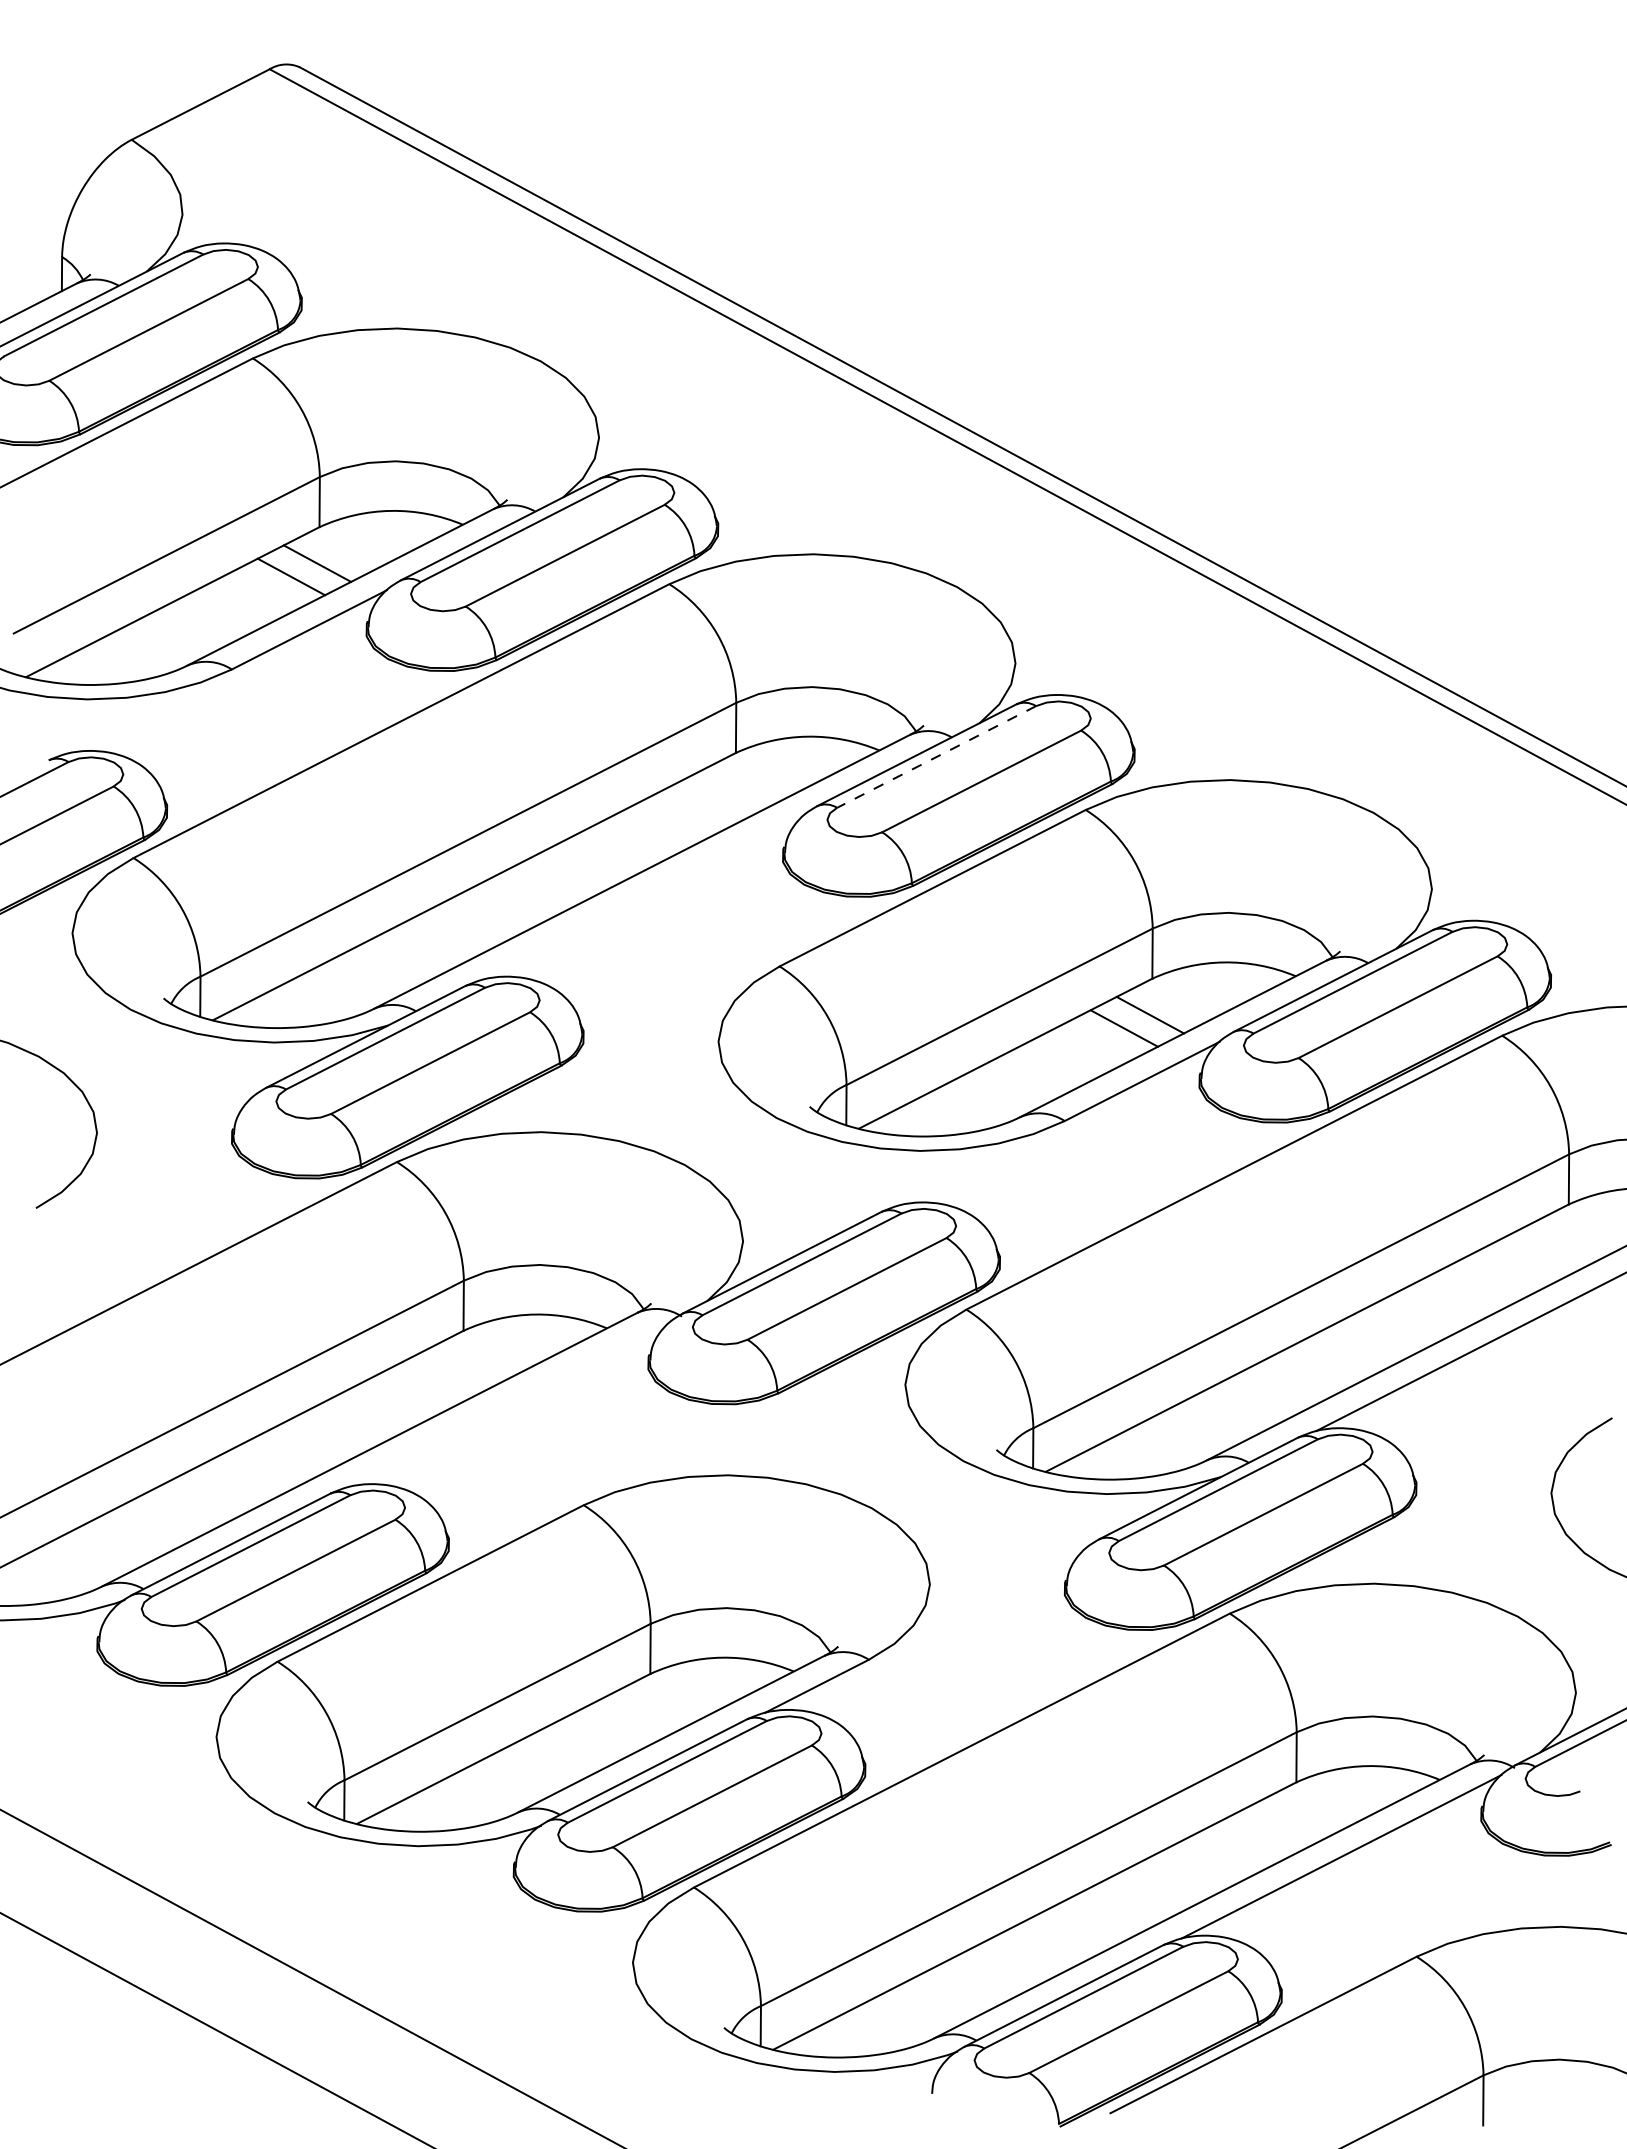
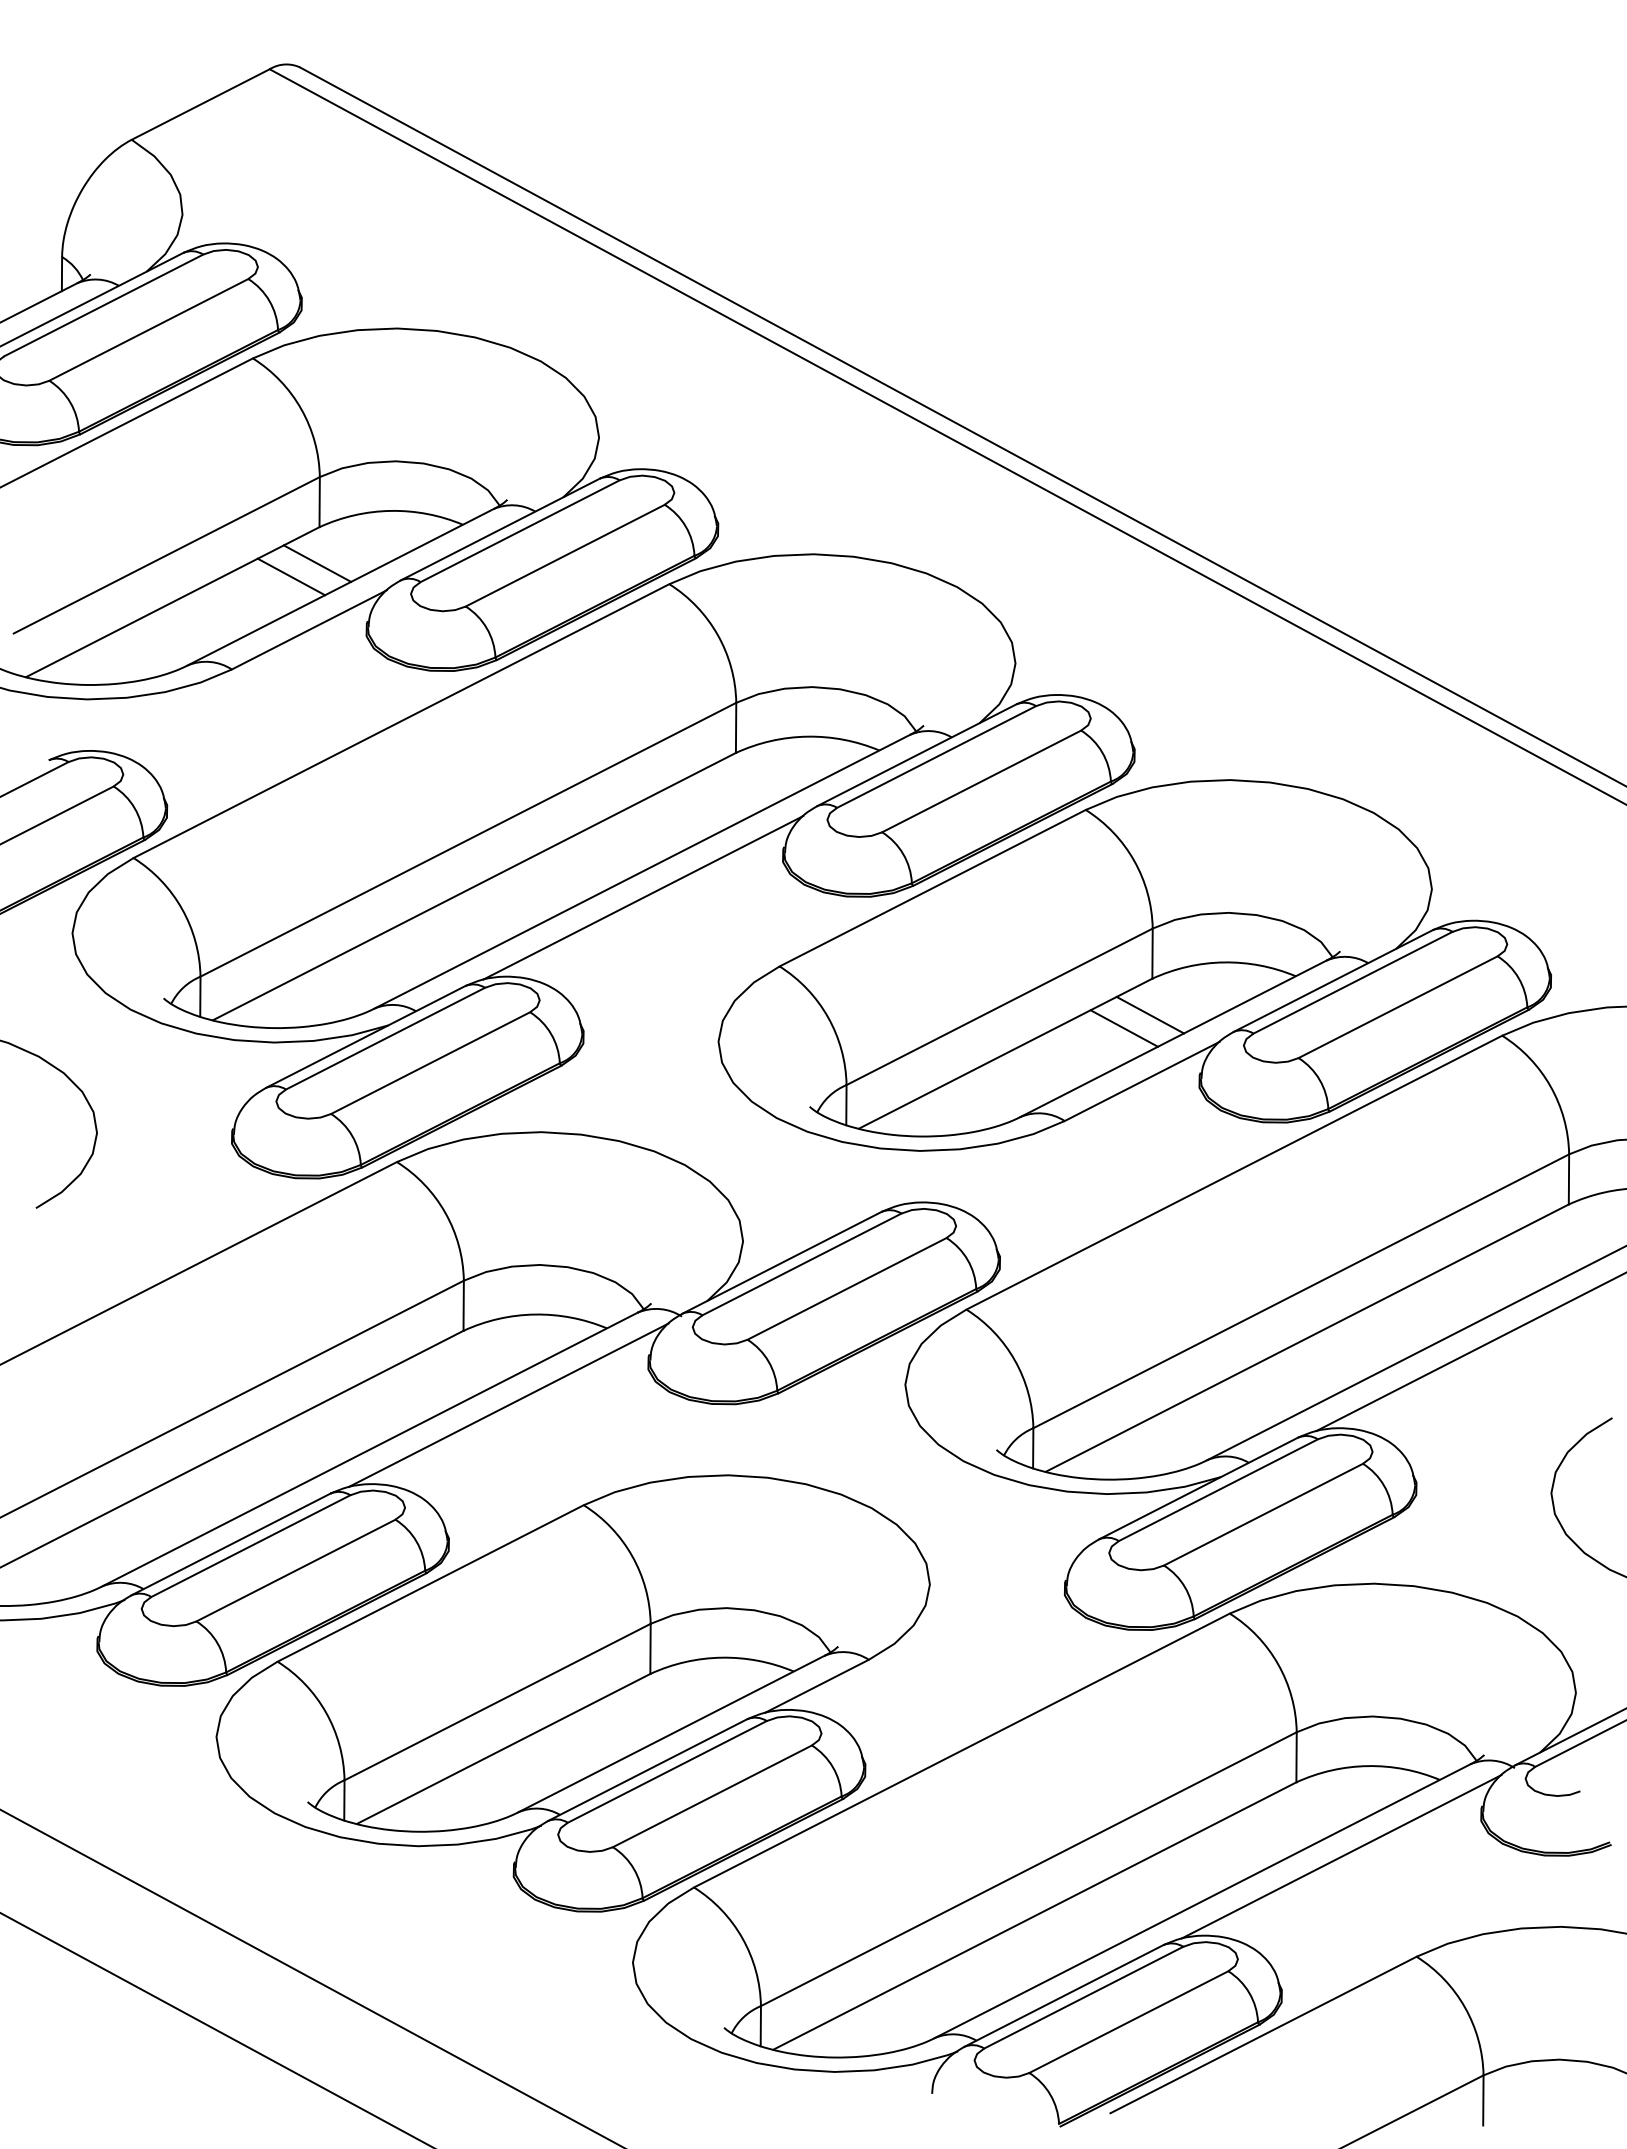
line at (936, 757): dashed -> solid
line at (643, 897): none -> present
line at (508, 1404): none -> present
